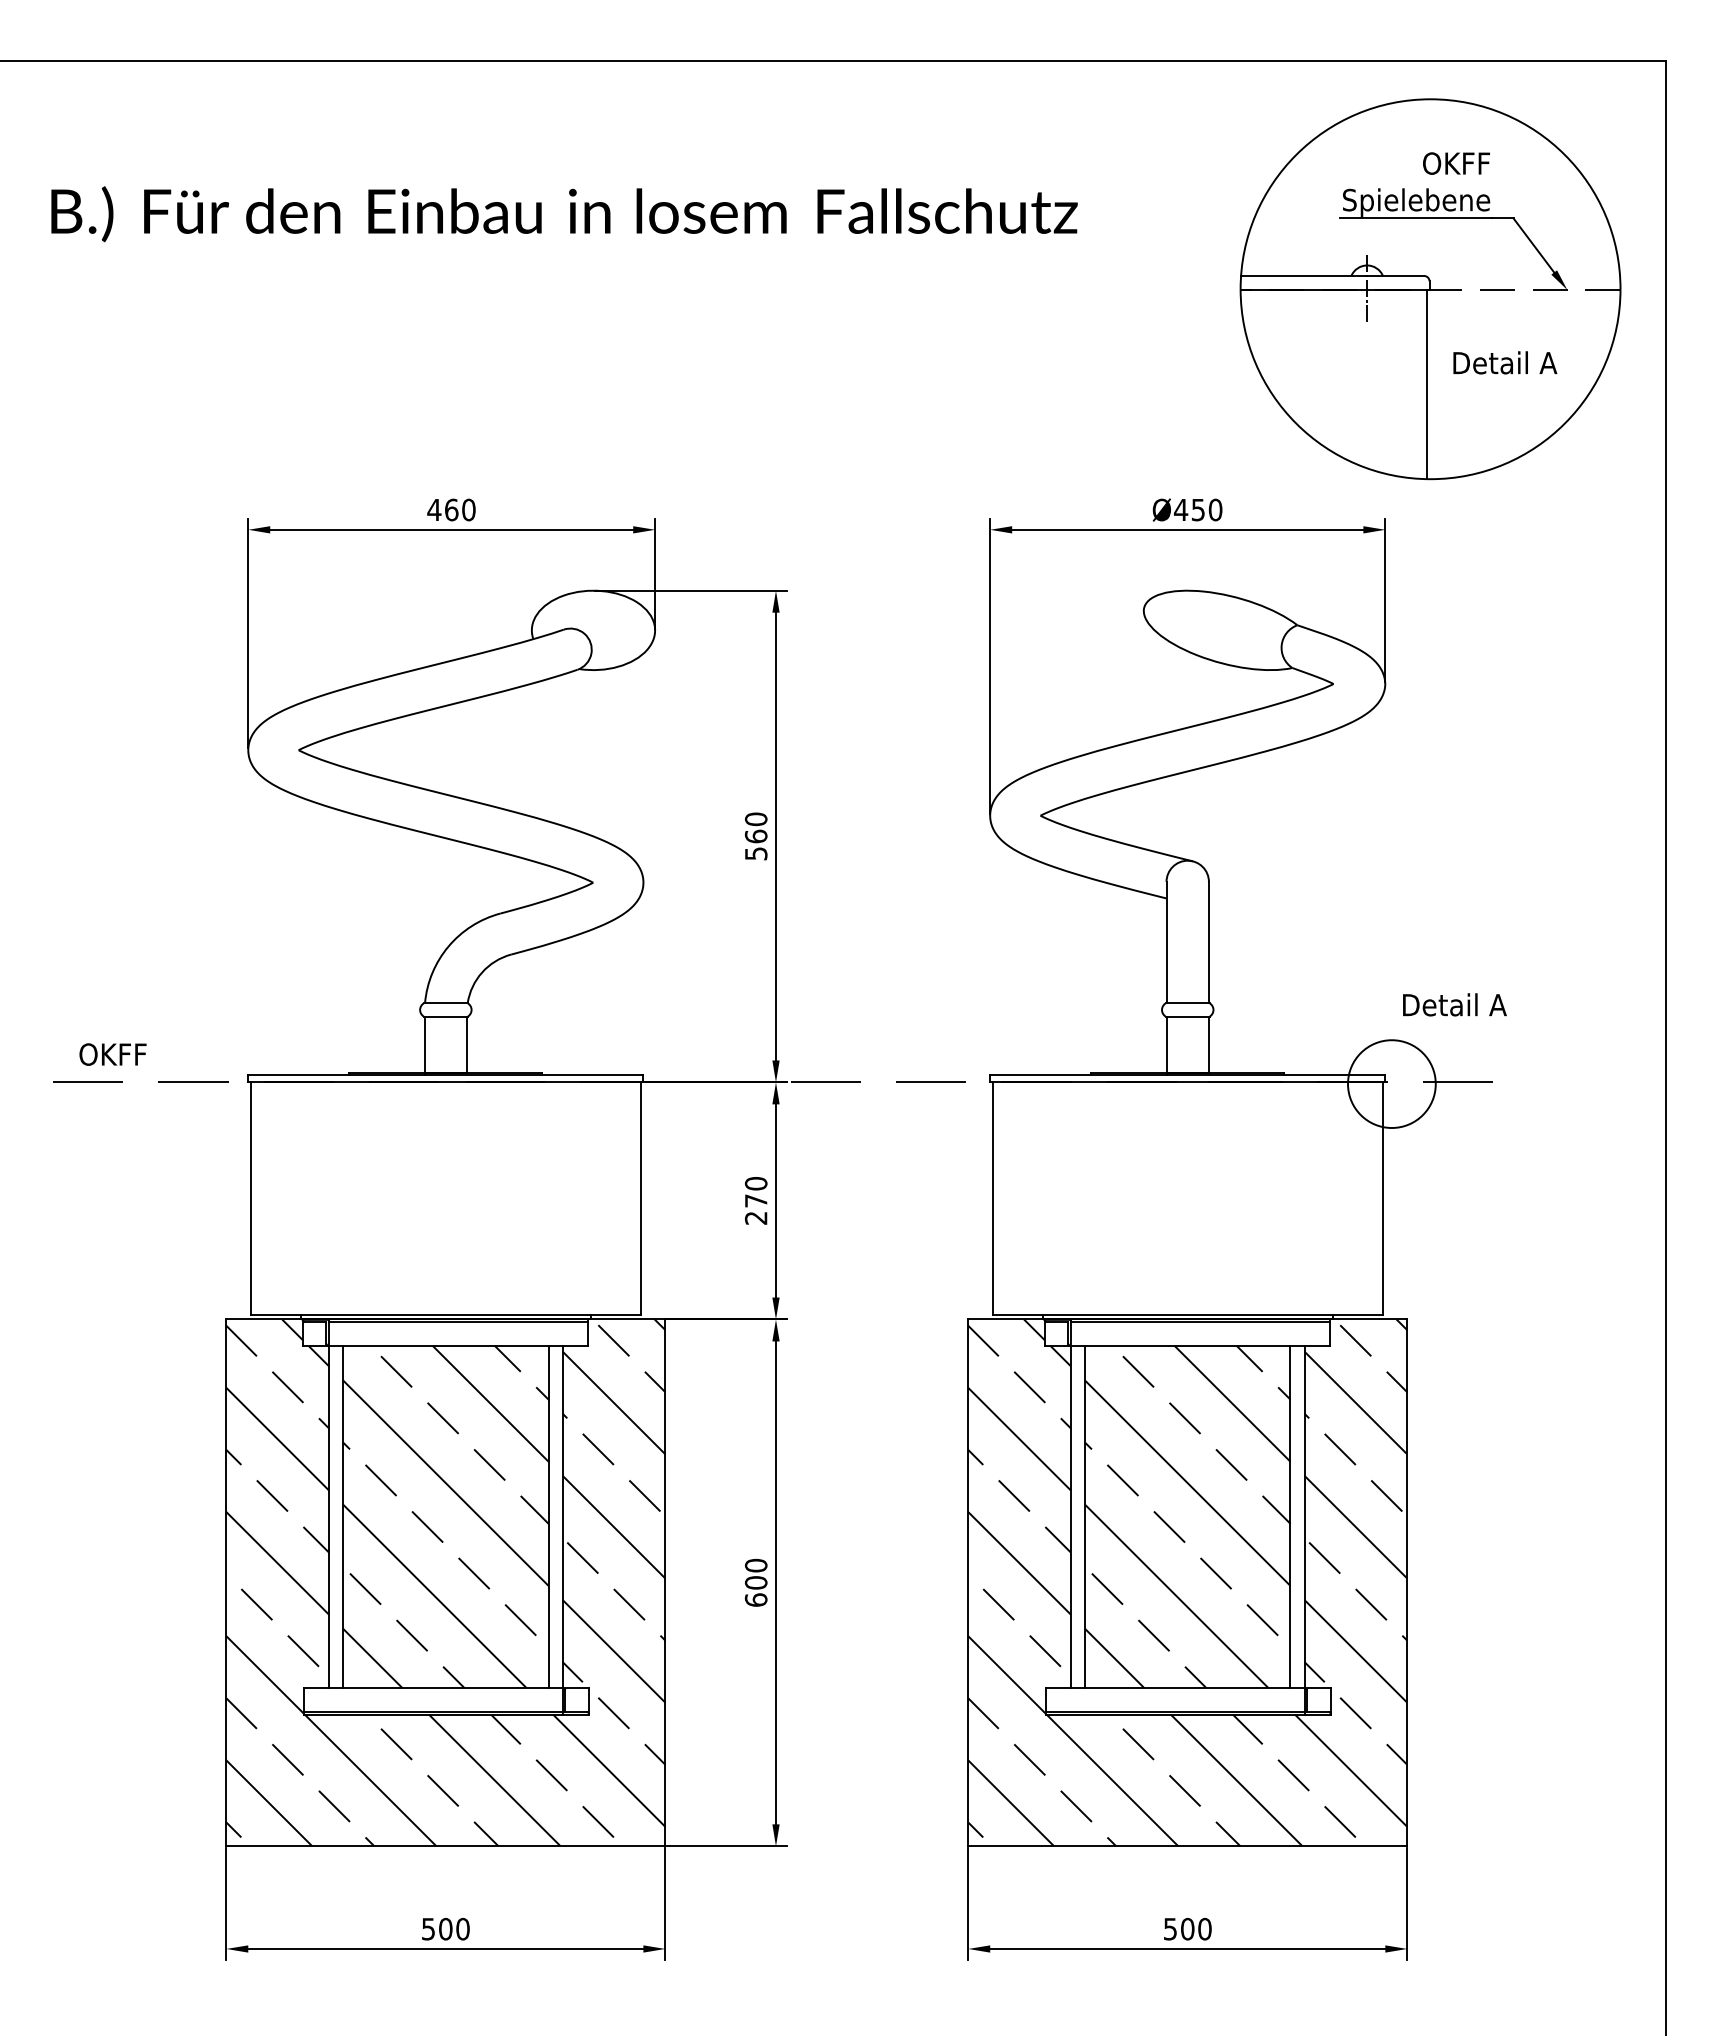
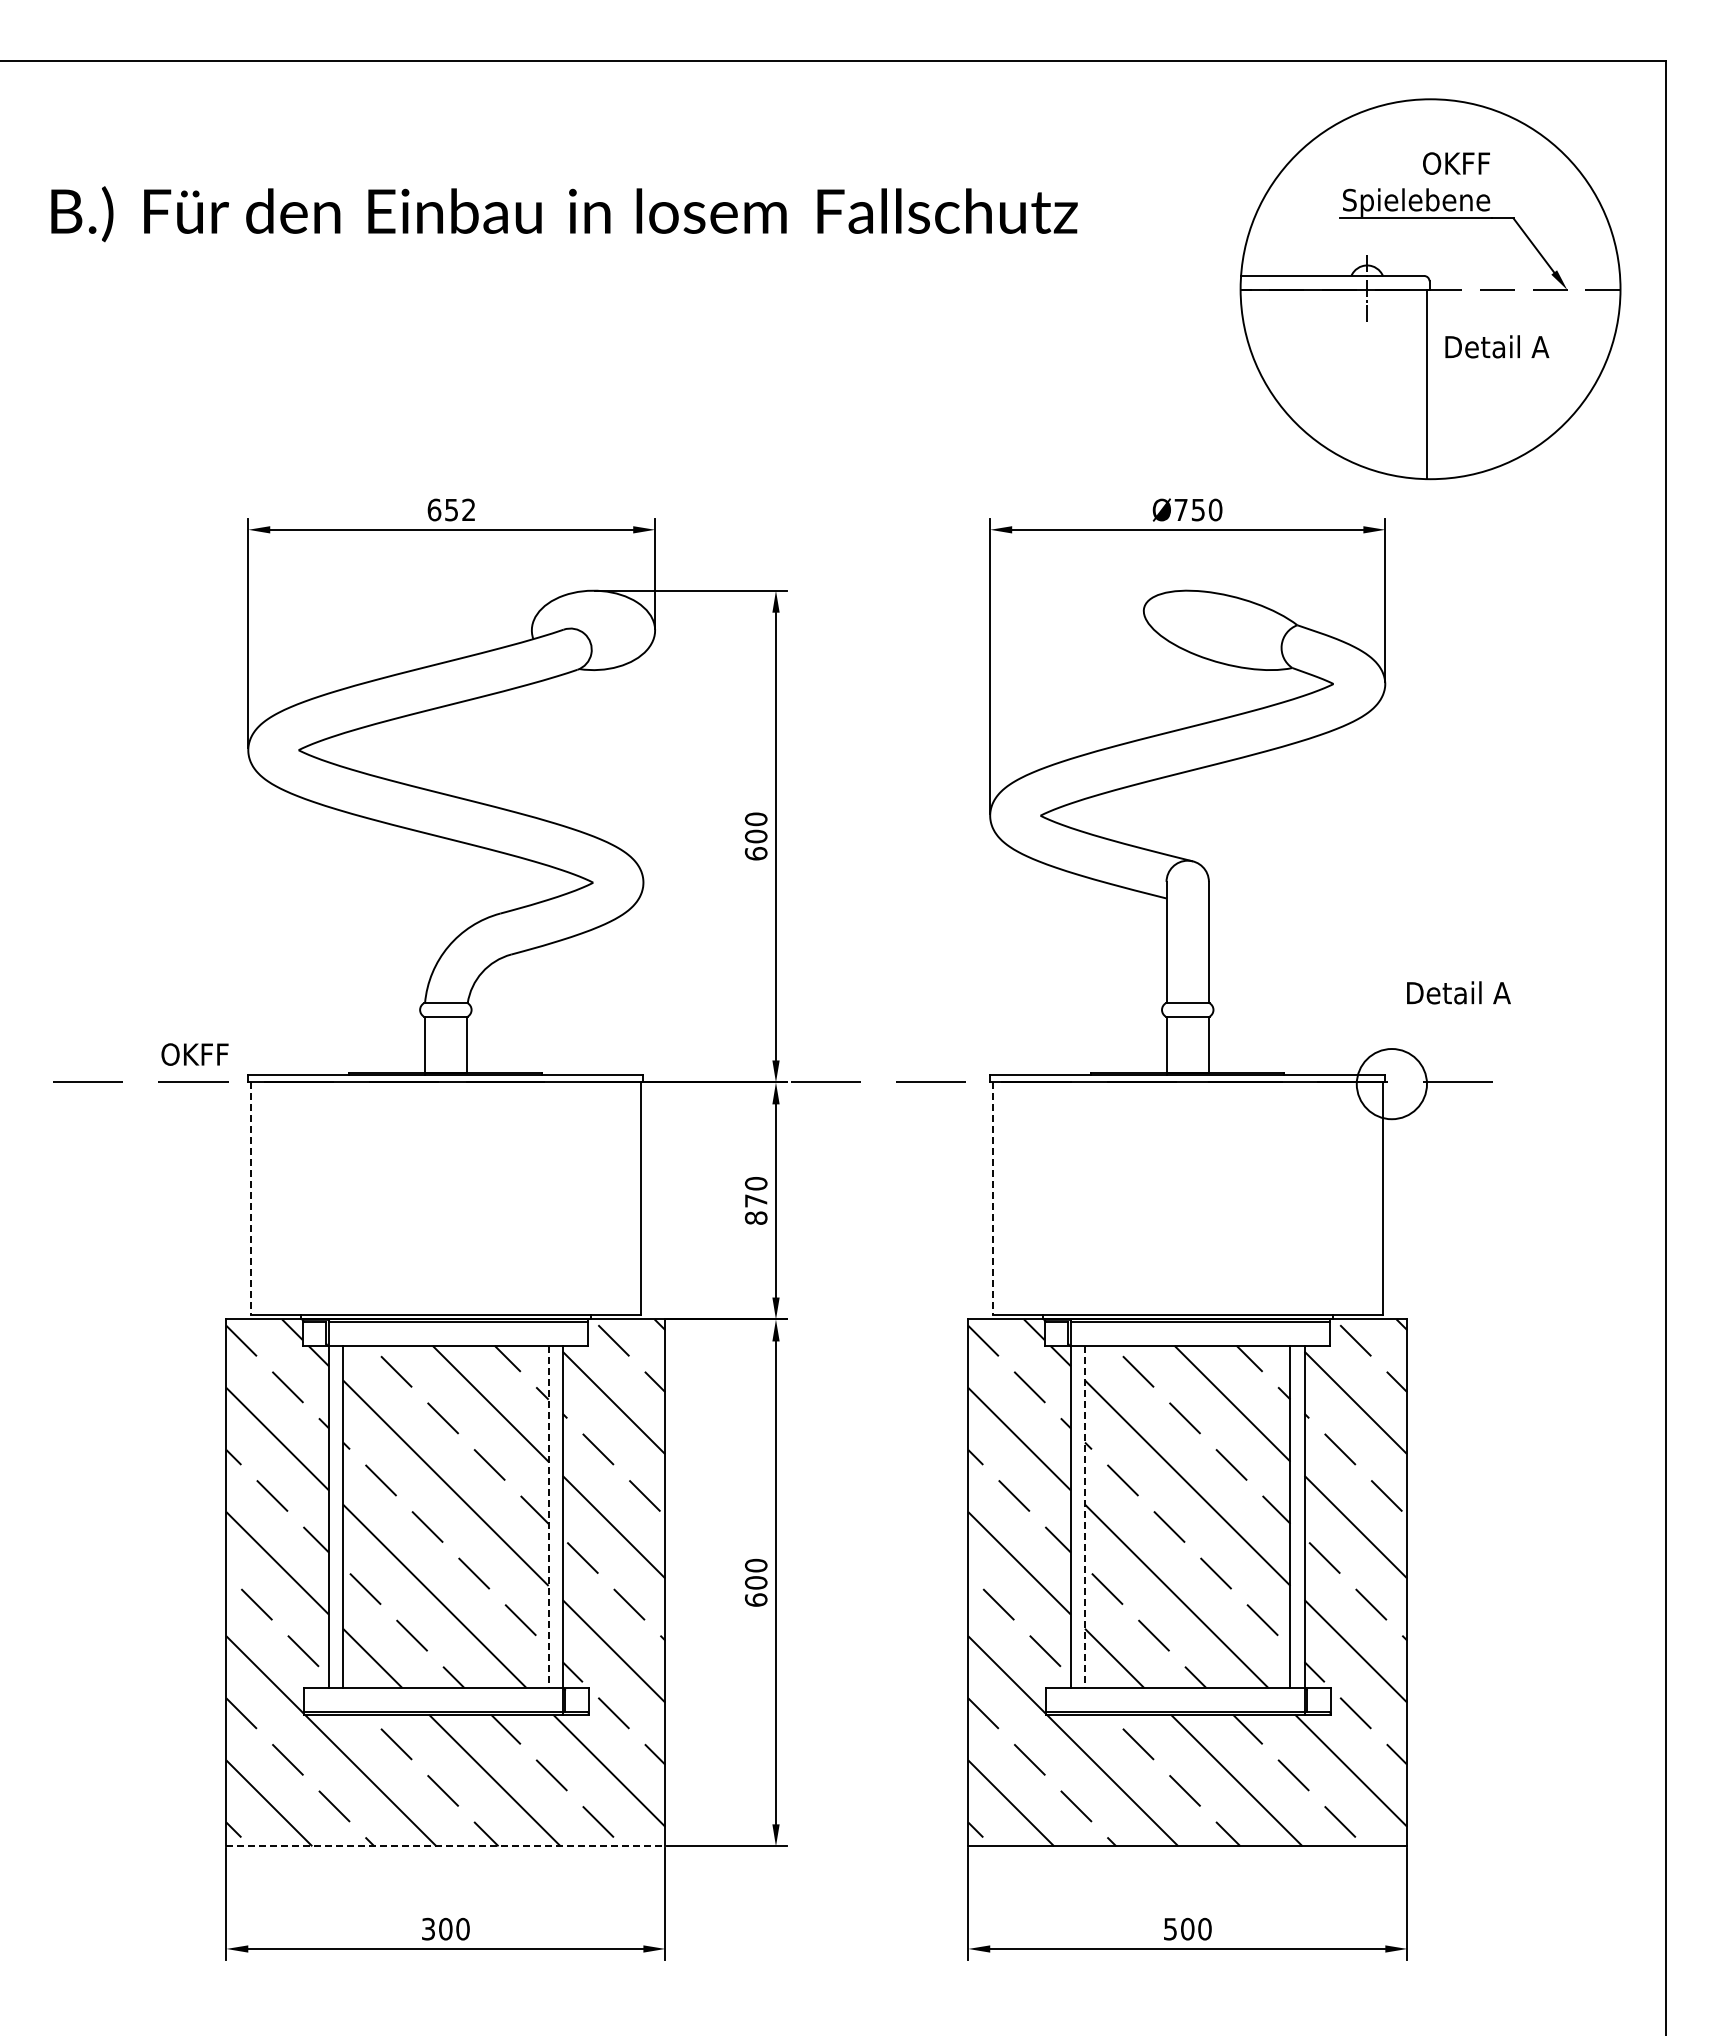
text at (1505, 362) position: (1505, 362) -> (1497, 346)
text at (451, 509): 460 -> 652
text at (1181, 509): Ø450 -> Ø750
text at (755, 844): 560 -> 600
text at (1454, 1004) position: (1454, 1004) -> (1458, 992)
text at (112, 1054) position: (112, 1054) -> (194, 1054)
circle at (1391, 1084) diameter: 88 px -> 70 px
line at (250, 1199): solid -> dashed
line at (992, 1199): solid -> dashed
text at (756, 1217): 270 -> 870
line at (548, 1517): solid -> dashed
line at (1085, 1517): solid -> dashed
line at (445, 1846): solid -> dashed
text at (428, 1928): 500 -> 300
